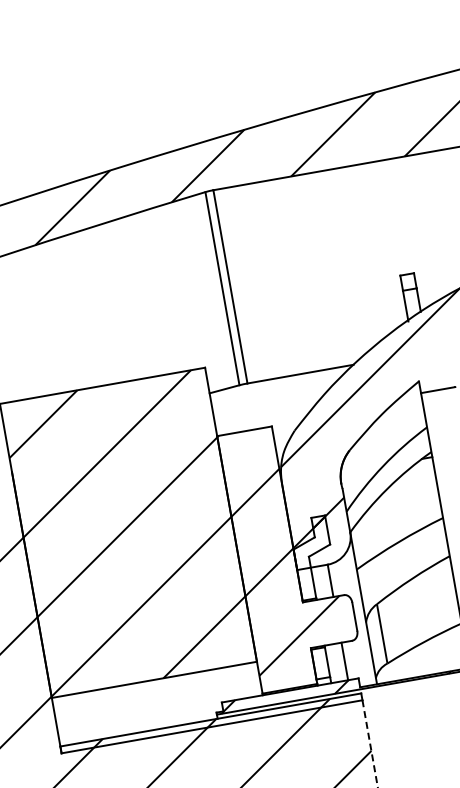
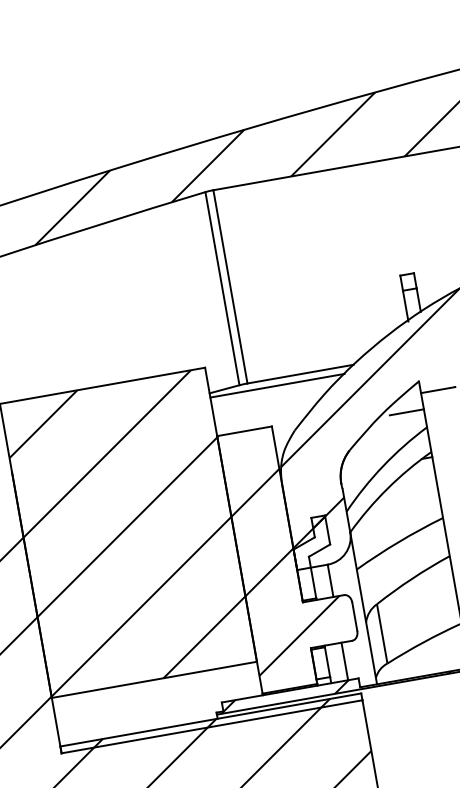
line at (277, 385): none -> present
line at (406, 412): none -> present
line at (370, 744): dashed -> solid
